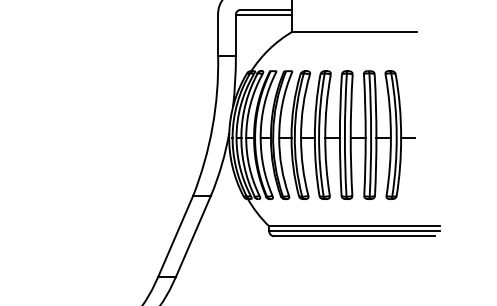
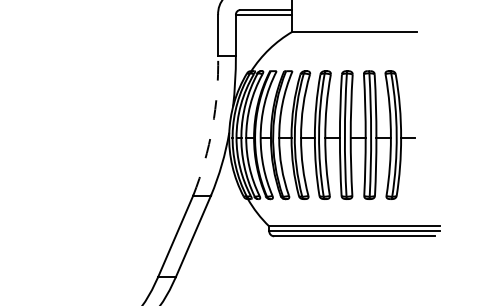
arc at (212, 127): solid -> dashed
